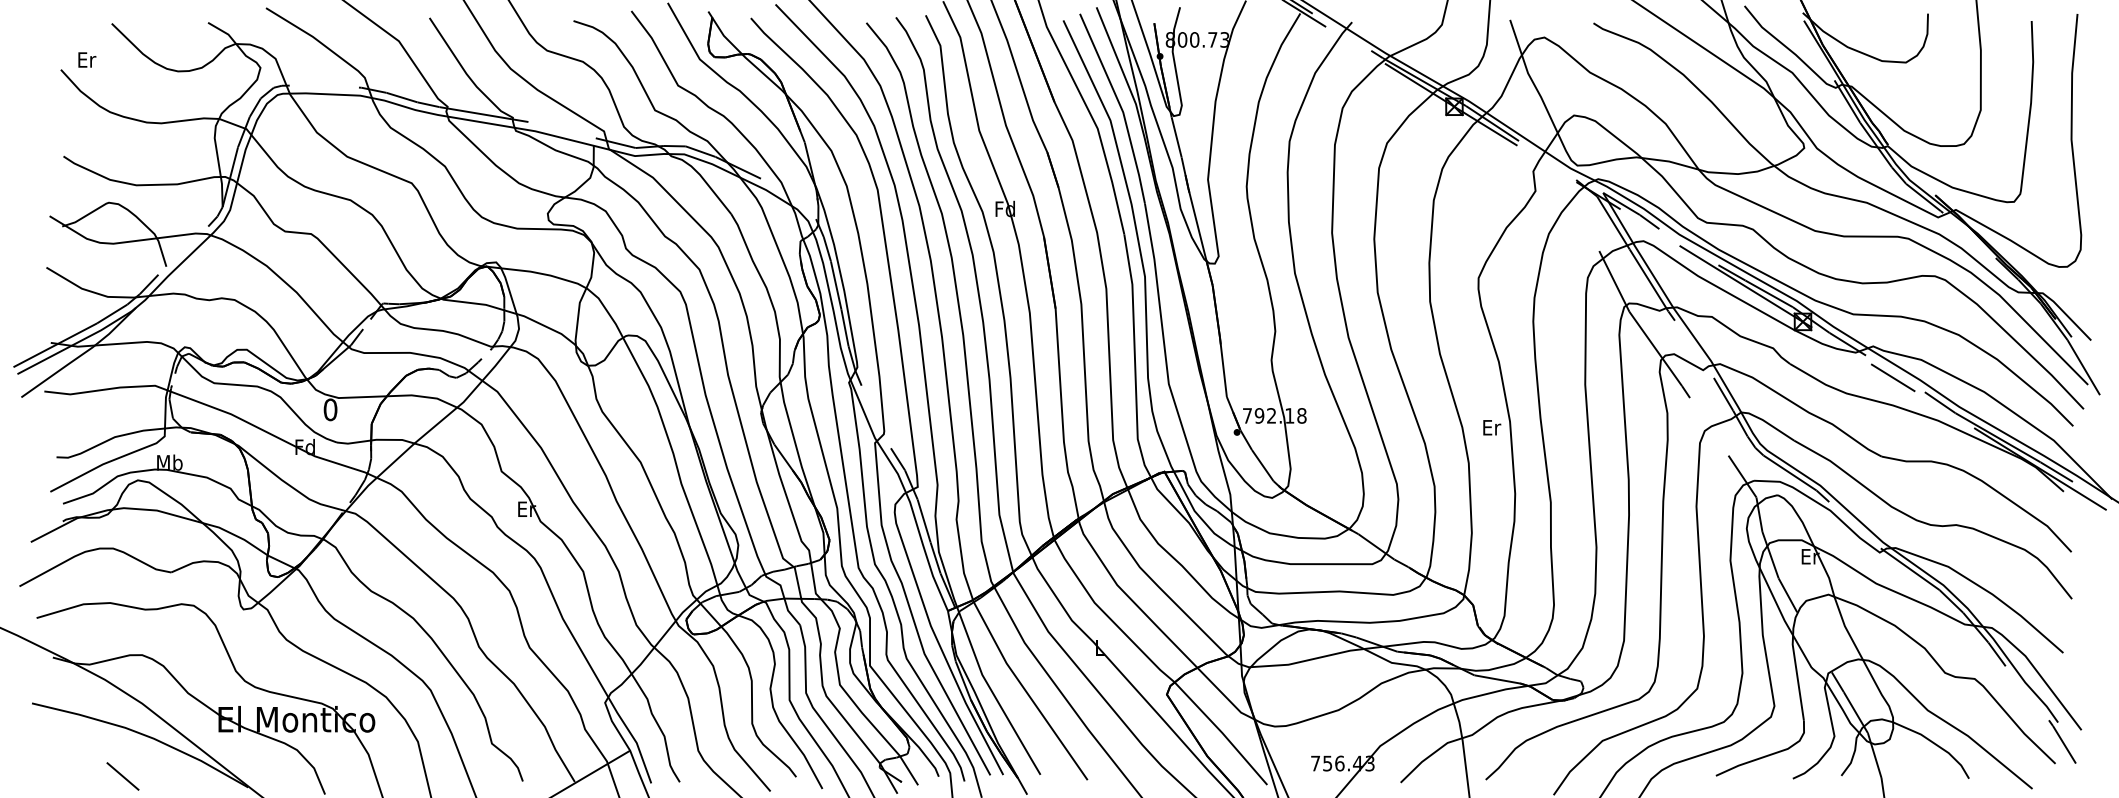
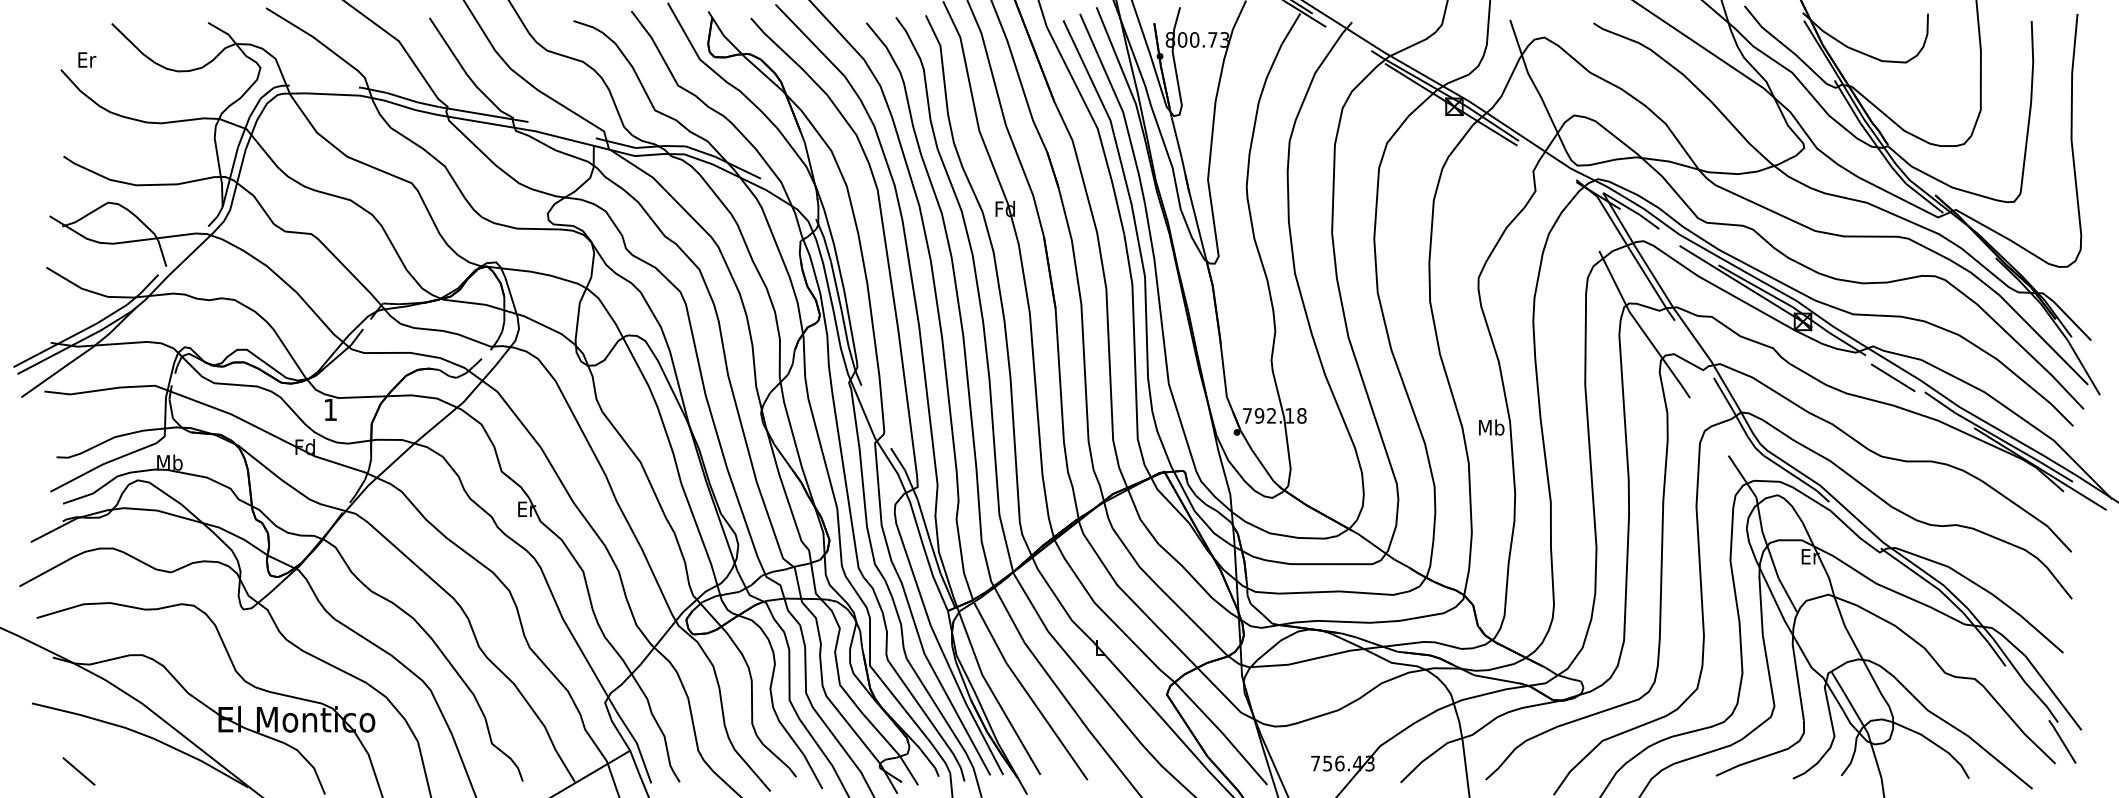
text at (330, 409): 0 -> 1
text at (1491, 427): Er -> Mb
line at (122, 776) position: (122, 776) -> (78, 771)
